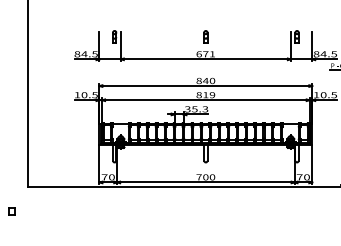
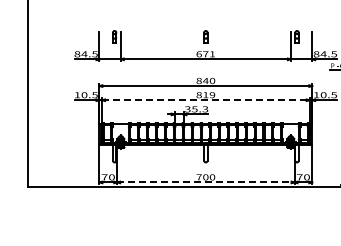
line at (205, 100): solid -> dashed
line at (205, 182): solid -> dashed
part at (11, 211): present -> none
